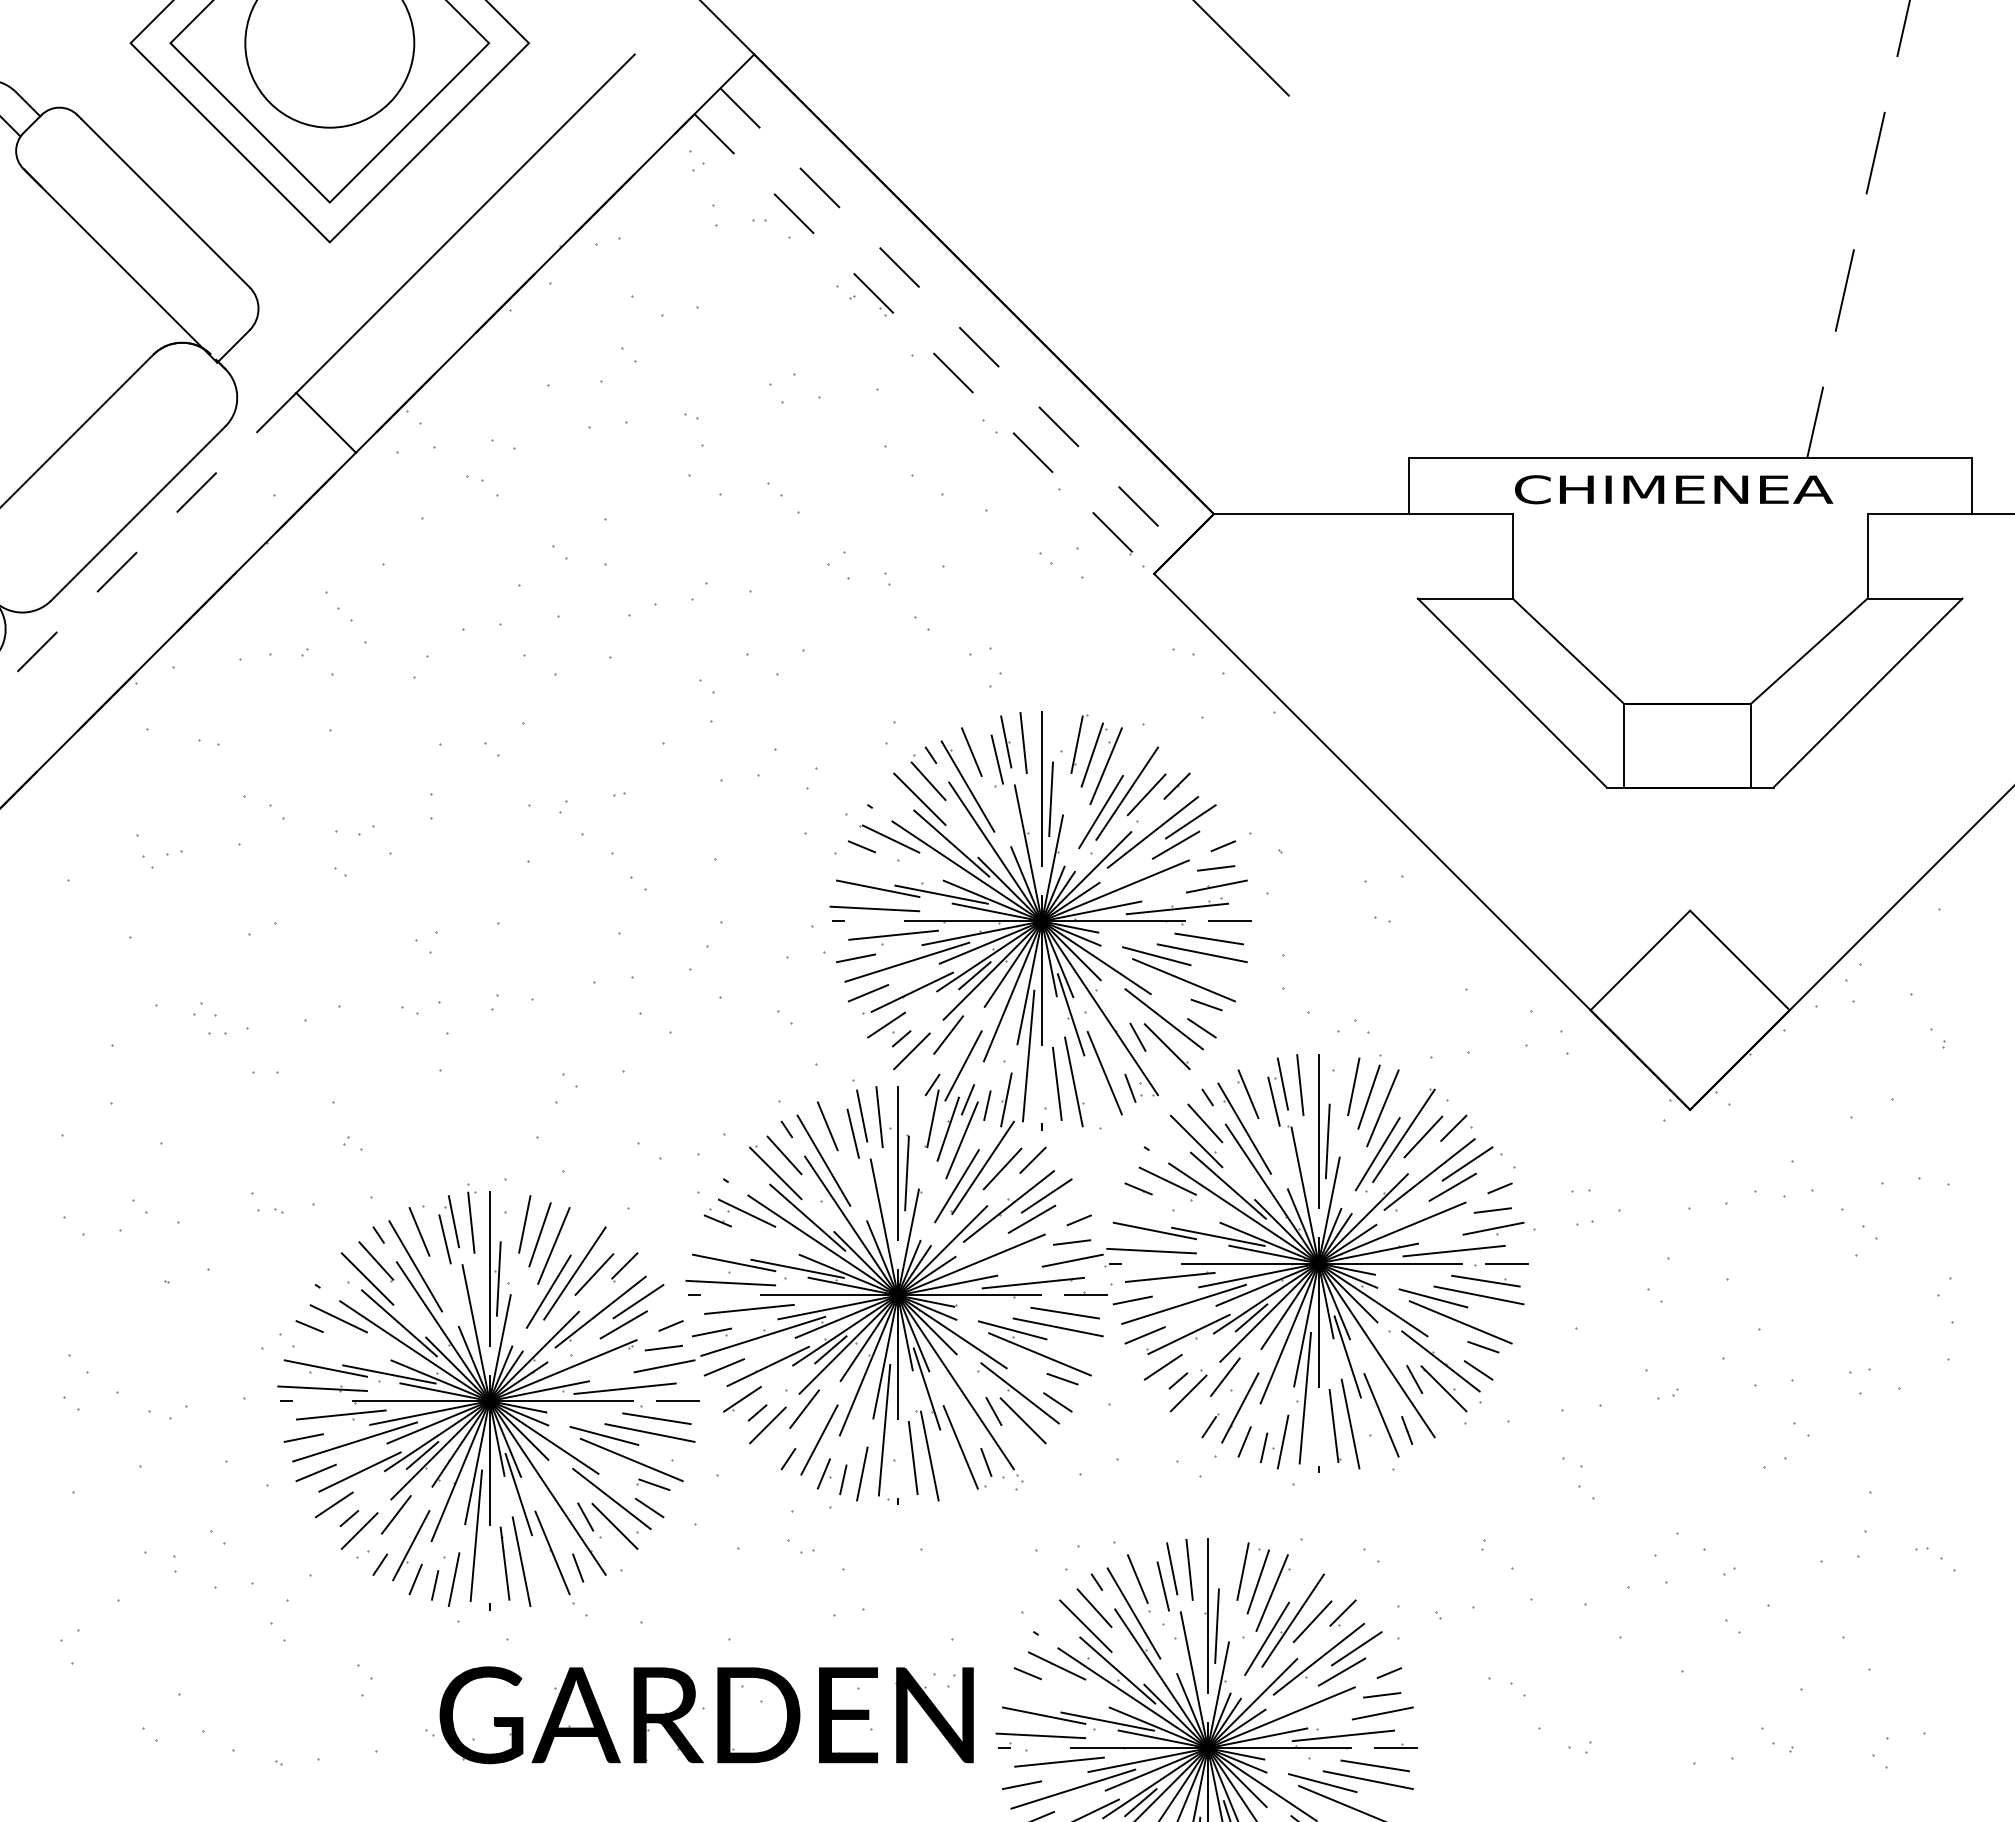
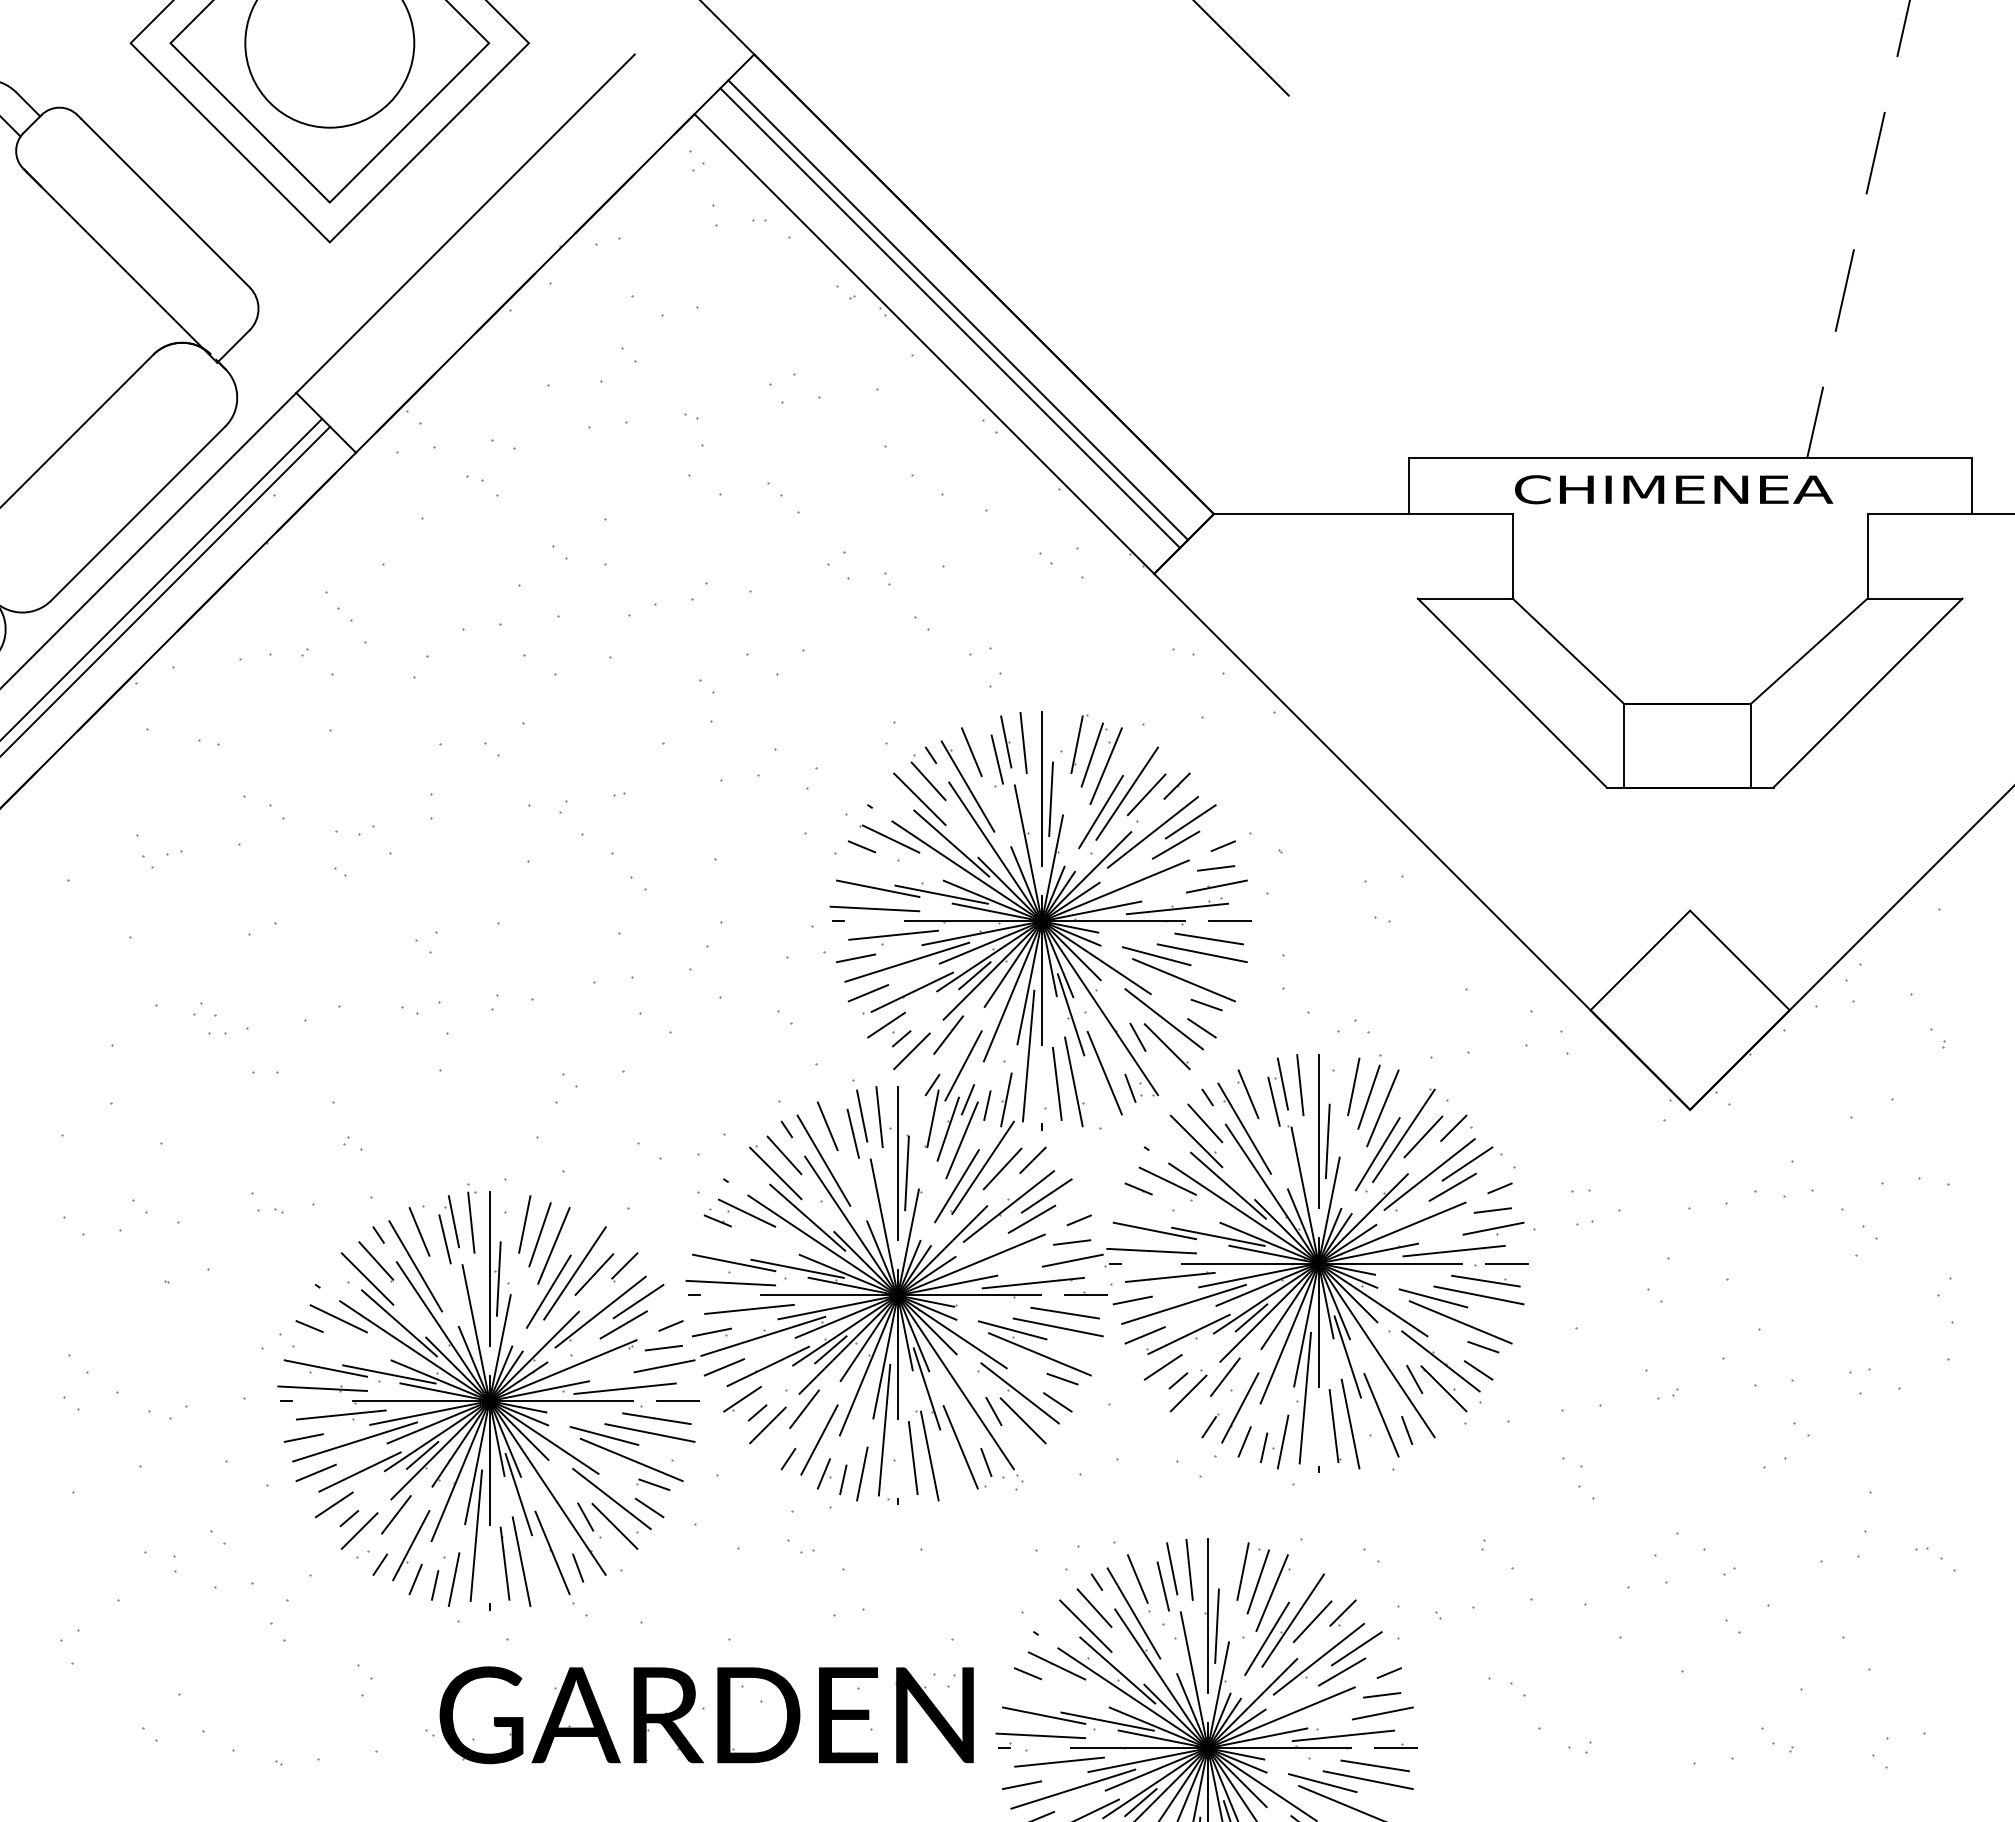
line at (958, 309): none -> present
line at (950, 318): dashed -> solid
line at (924, 344): dashed -> solid
line at (148, 540): dashed -> solid
line at (162, 578): none -> present
line at (166, 590): none -> present
